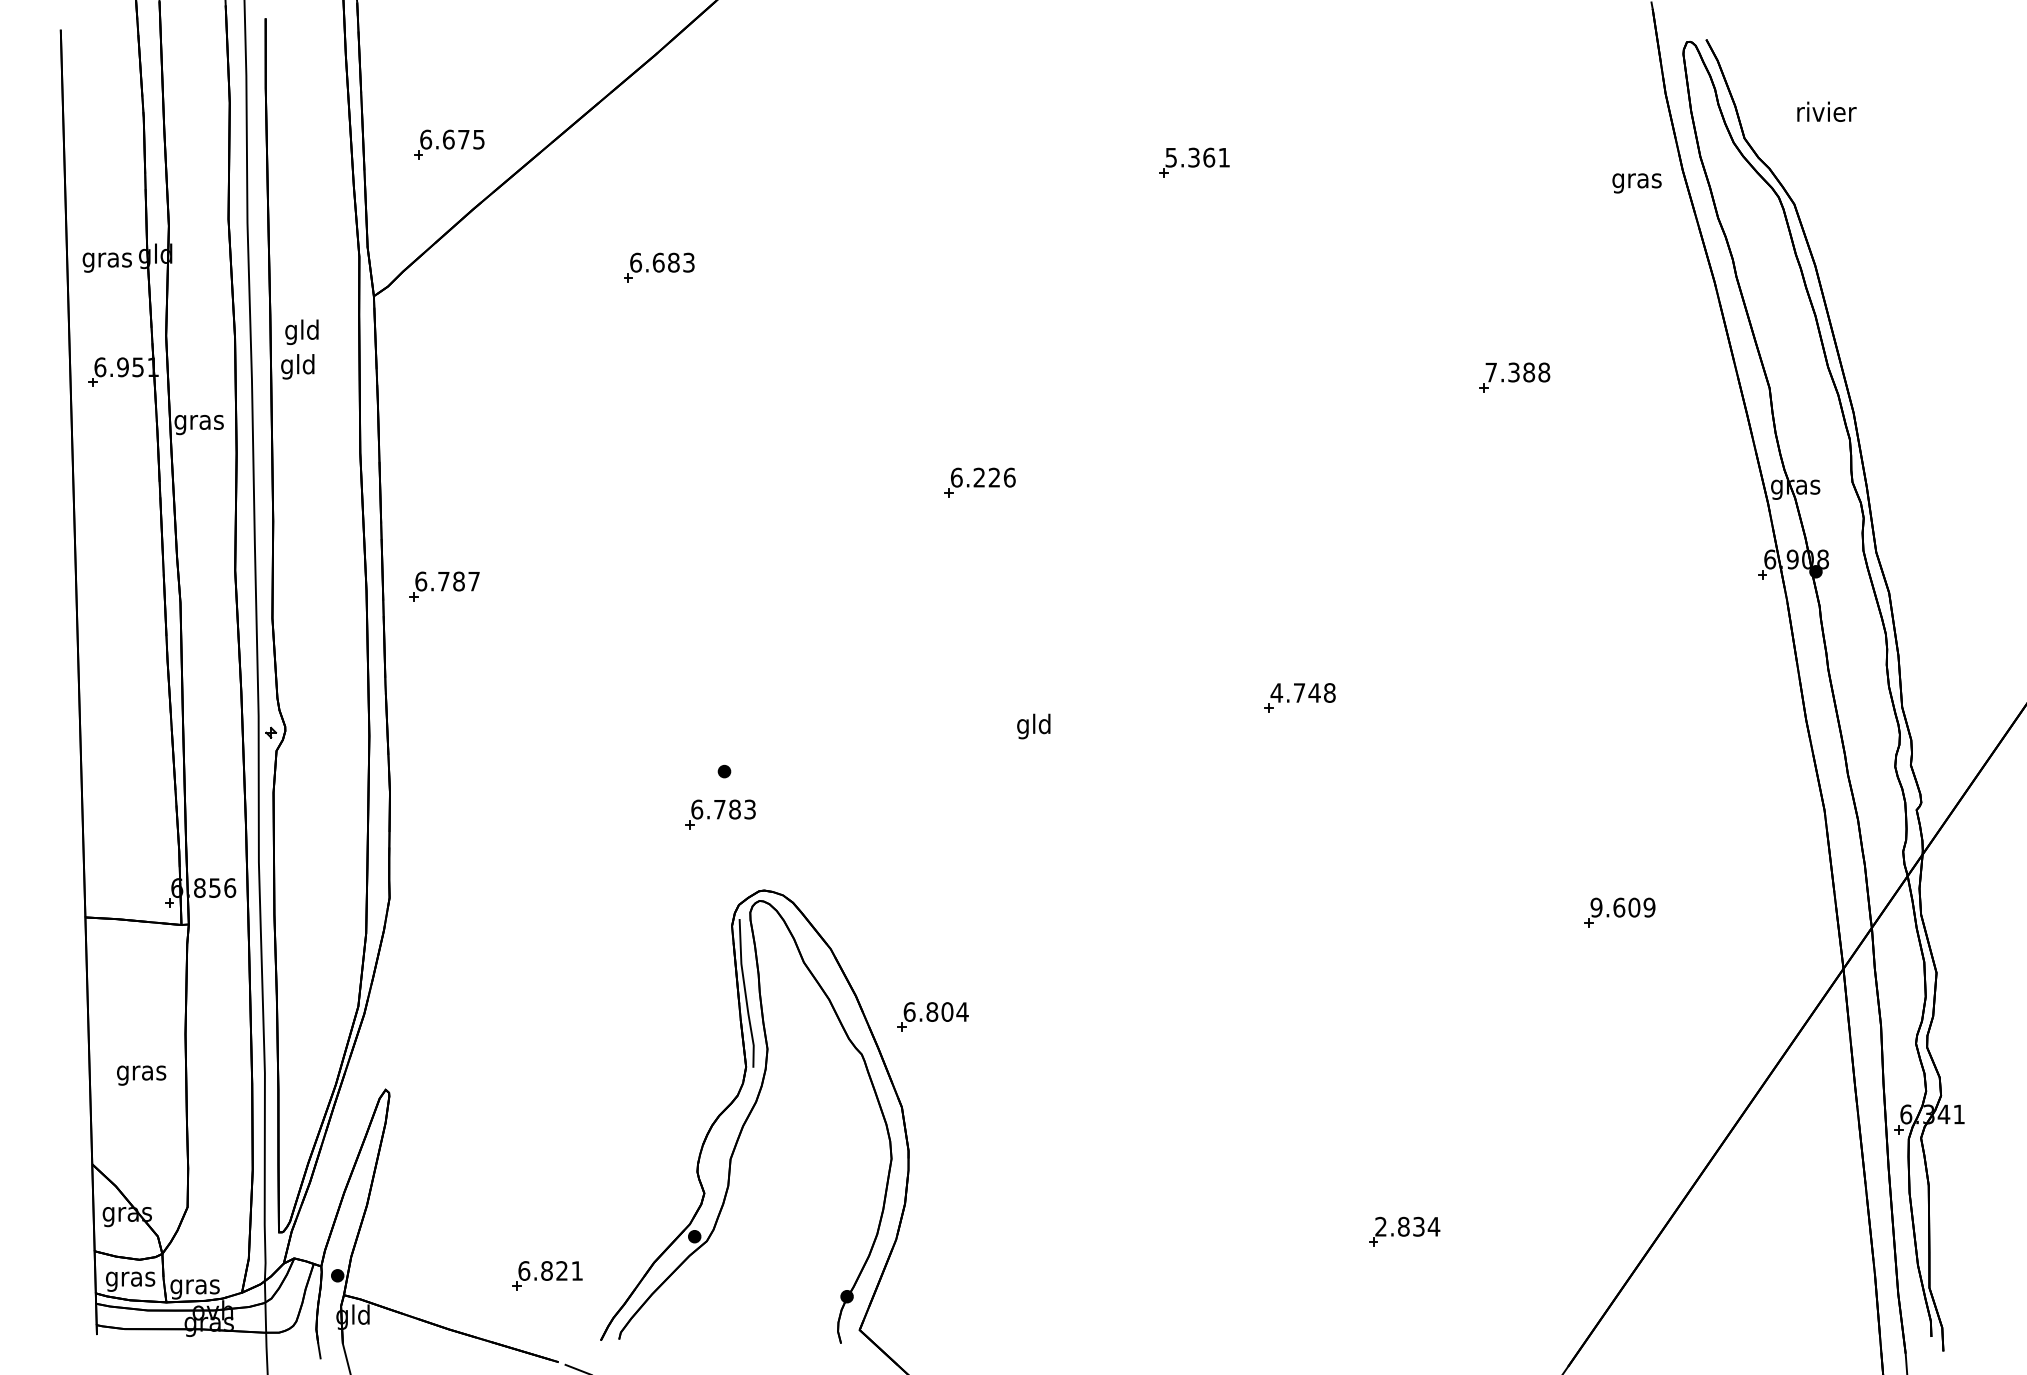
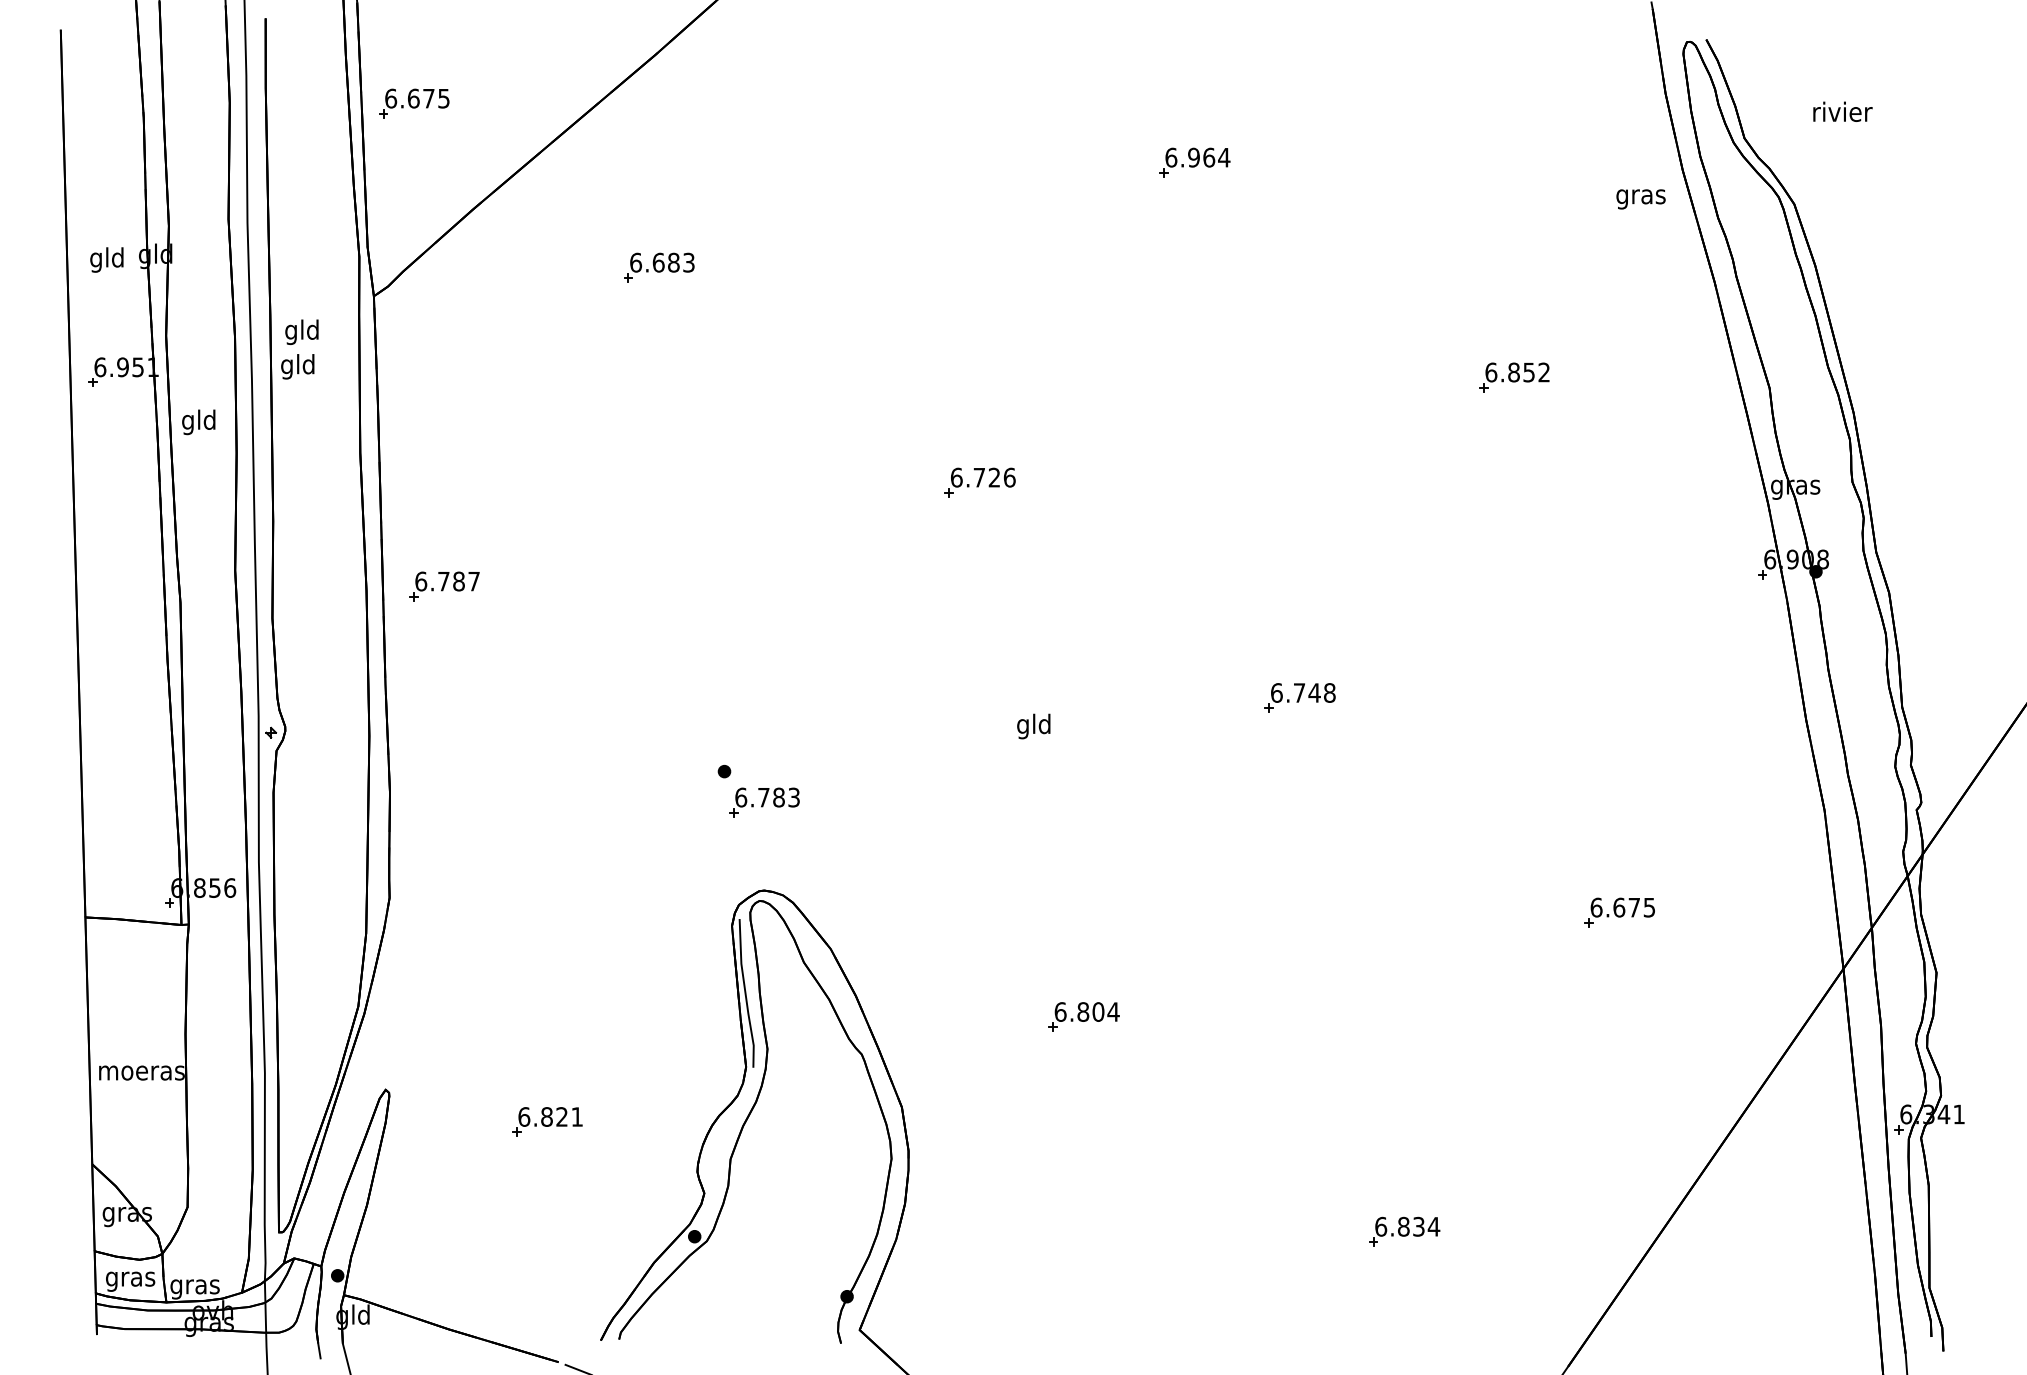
text at (1826, 111) position: (1826, 111) -> (1842, 111)
part at (449, 144) position: (449, 144) -> (414, 103)
text at (1197, 157): 5.361 -> 6.964
text at (1636, 183) position: (1636, 183) -> (1640, 199)
text at (106, 259): gras -> gld
text at (1517, 372): 7.388 -> 6.852
text at (198, 422): gras -> gld
text at (978, 477): 6.226 -> 6.726
text at (1276, 692): 4.748 -> 6.748
part at (720, 814) position: (720, 814) -> (764, 802)
text at (1622, 907): 9.609 -> 6.675
part at (932, 1016) position: (932, 1016) -> (1083, 1016)
text at (141, 1075): gras -> moeras
text at (1381, 1226): 2.834 -> 6.834
part at (547, 1275) position: (547, 1275) -> (547, 1121)
